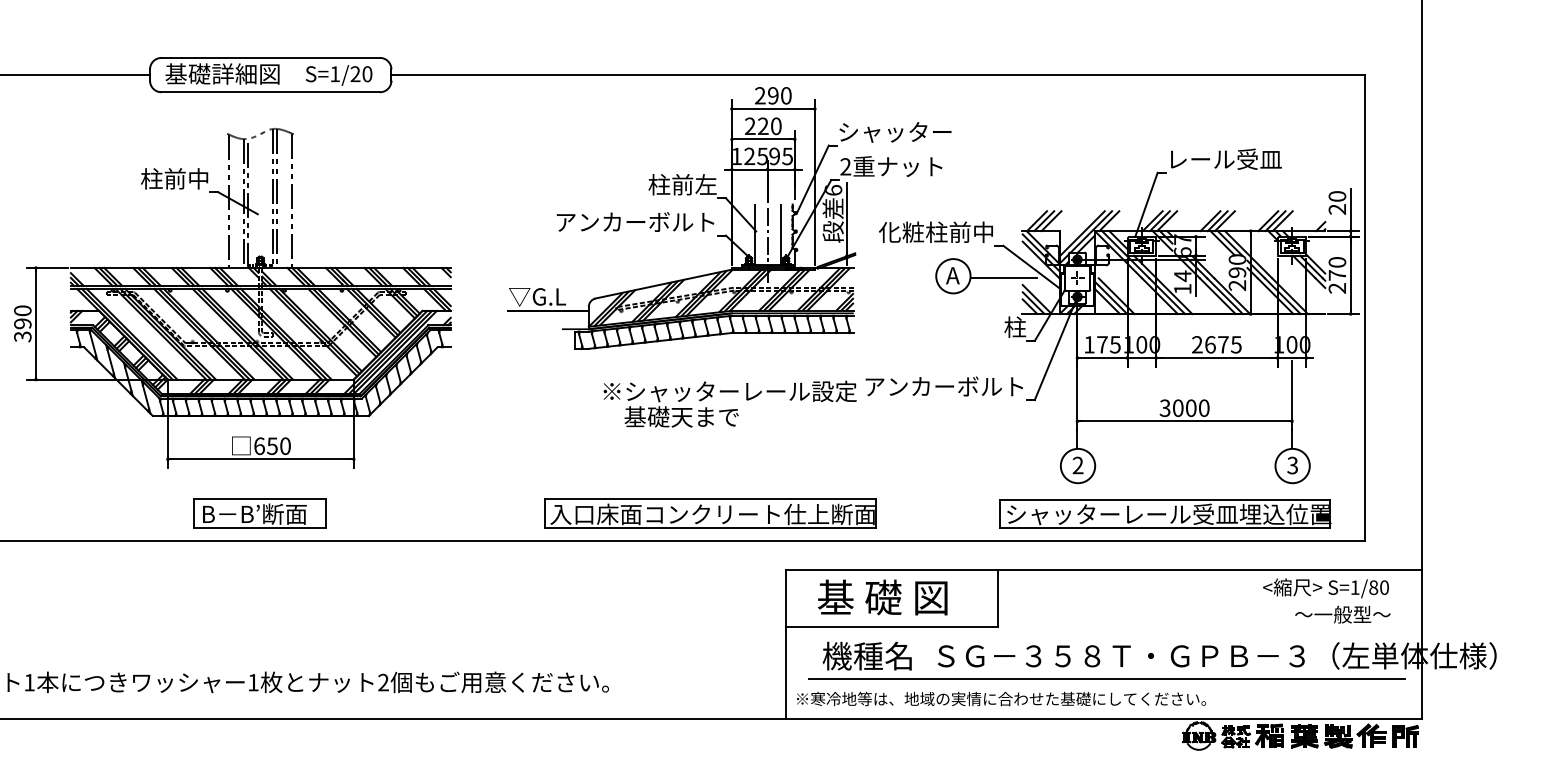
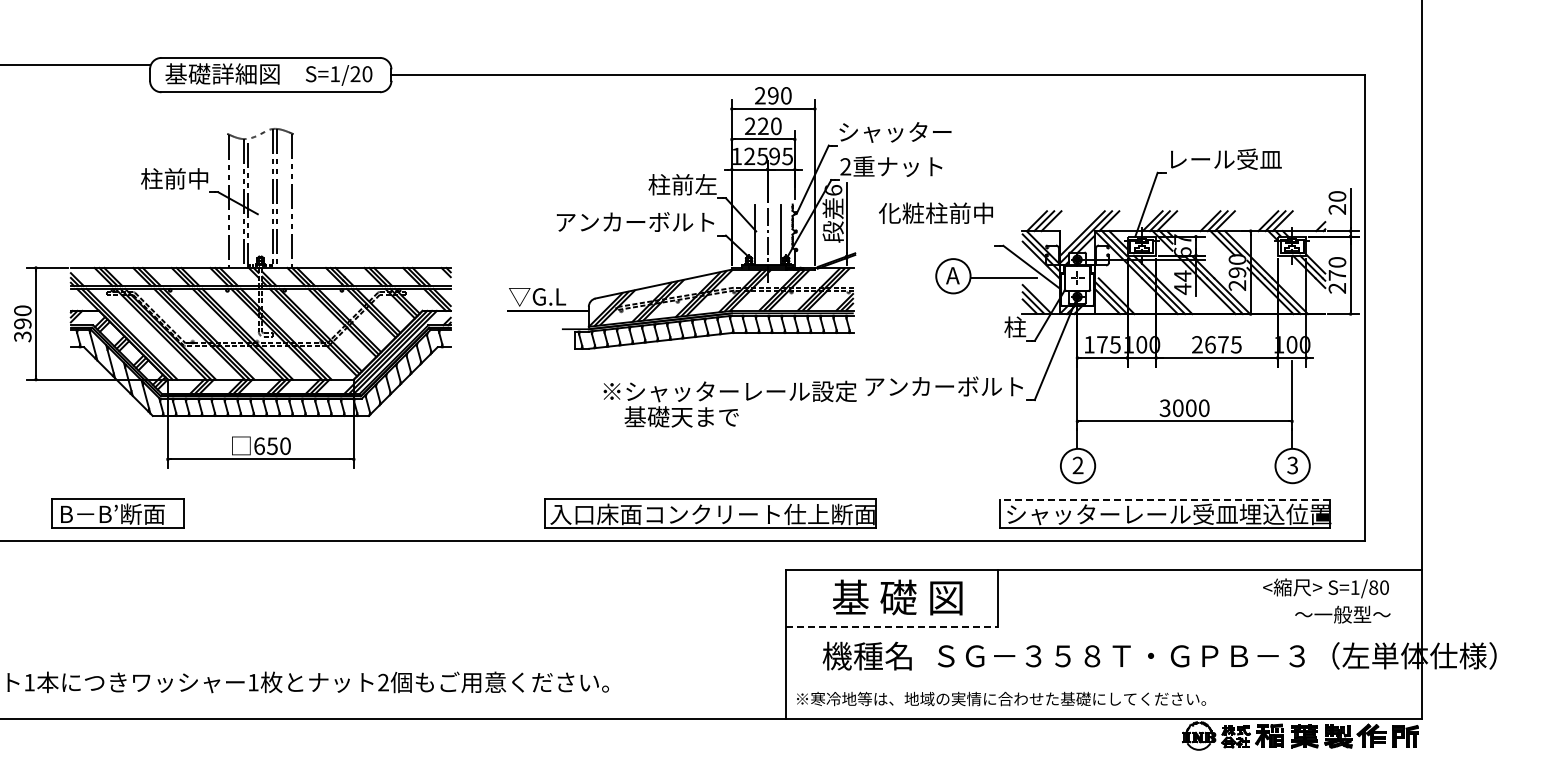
line at (76, 75) position: (76, 75) -> (76, 65)
text at (935, 231) position: (935, 231) -> (935, 212)
text at (1182, 289): 14 -> 44
line at (1165, 499): solid -> dashed
part at (259, 513) position: (259, 513) -> (117, 513)
text at (882, 597) position: (882, 597) -> (897, 597)
line at (892, 627): solid -> dashed
line at (1106, 679): present -> none
